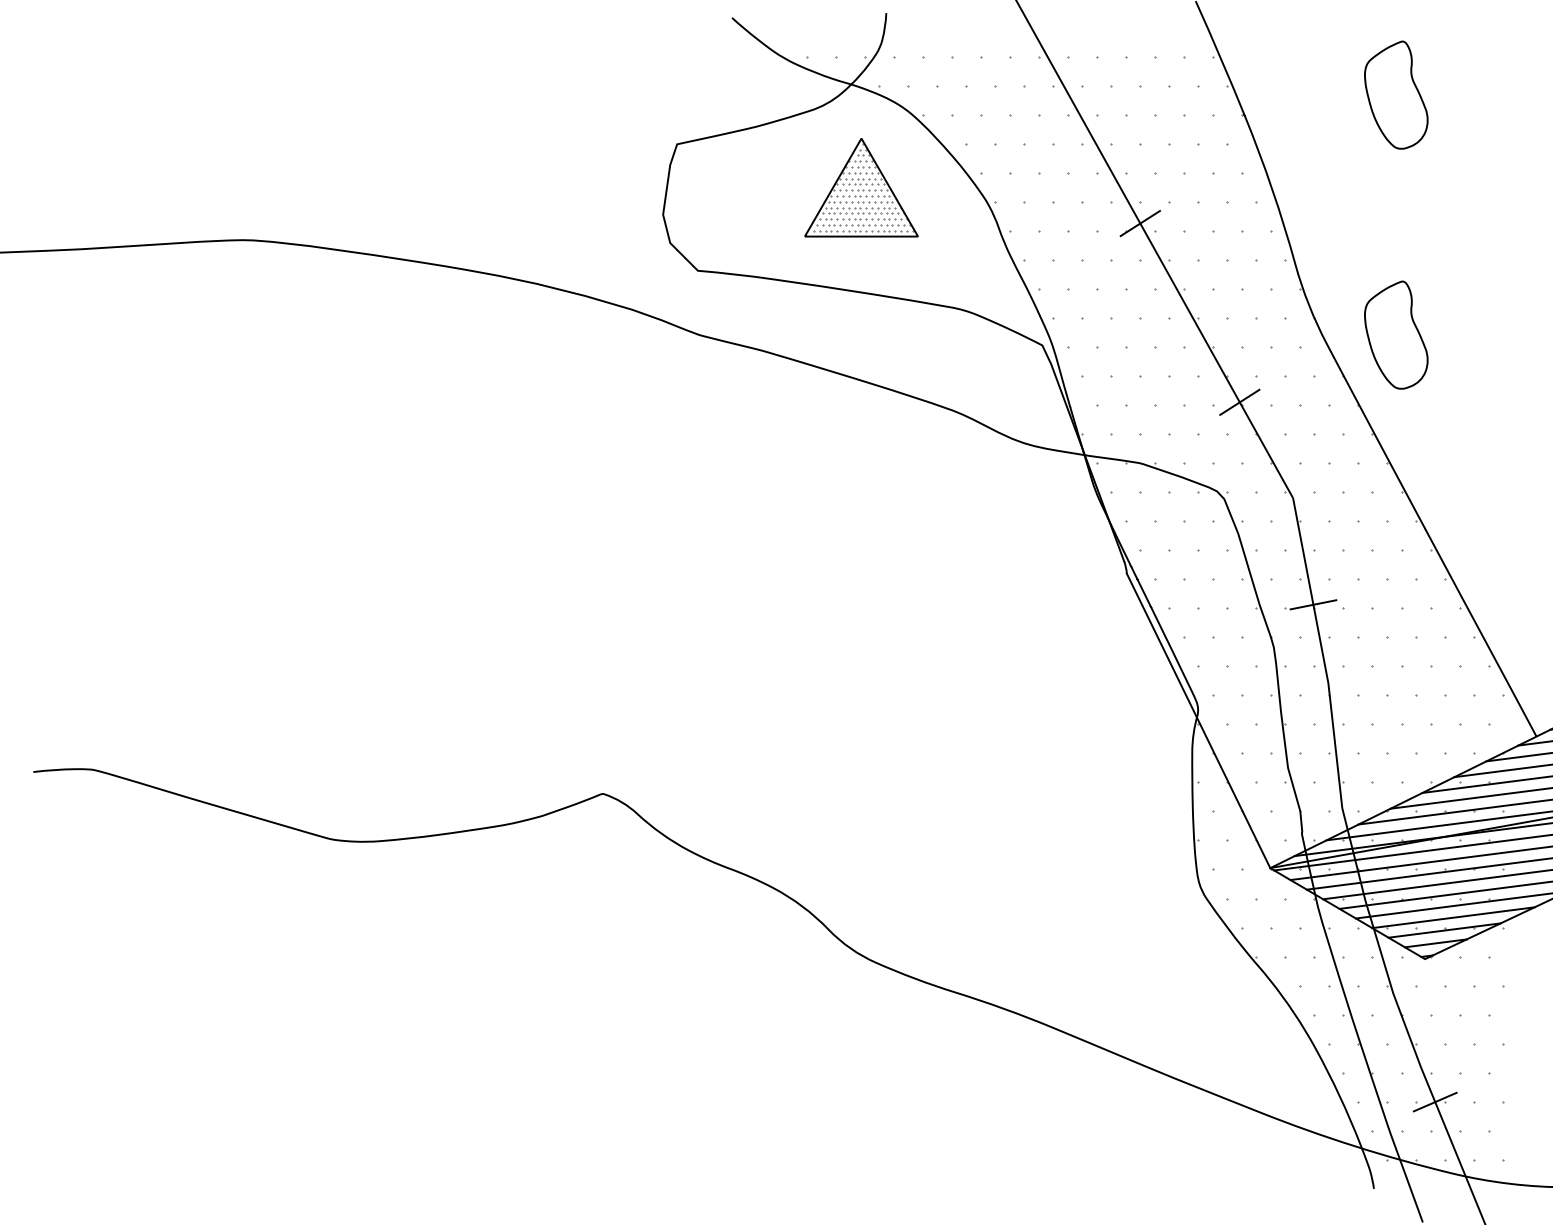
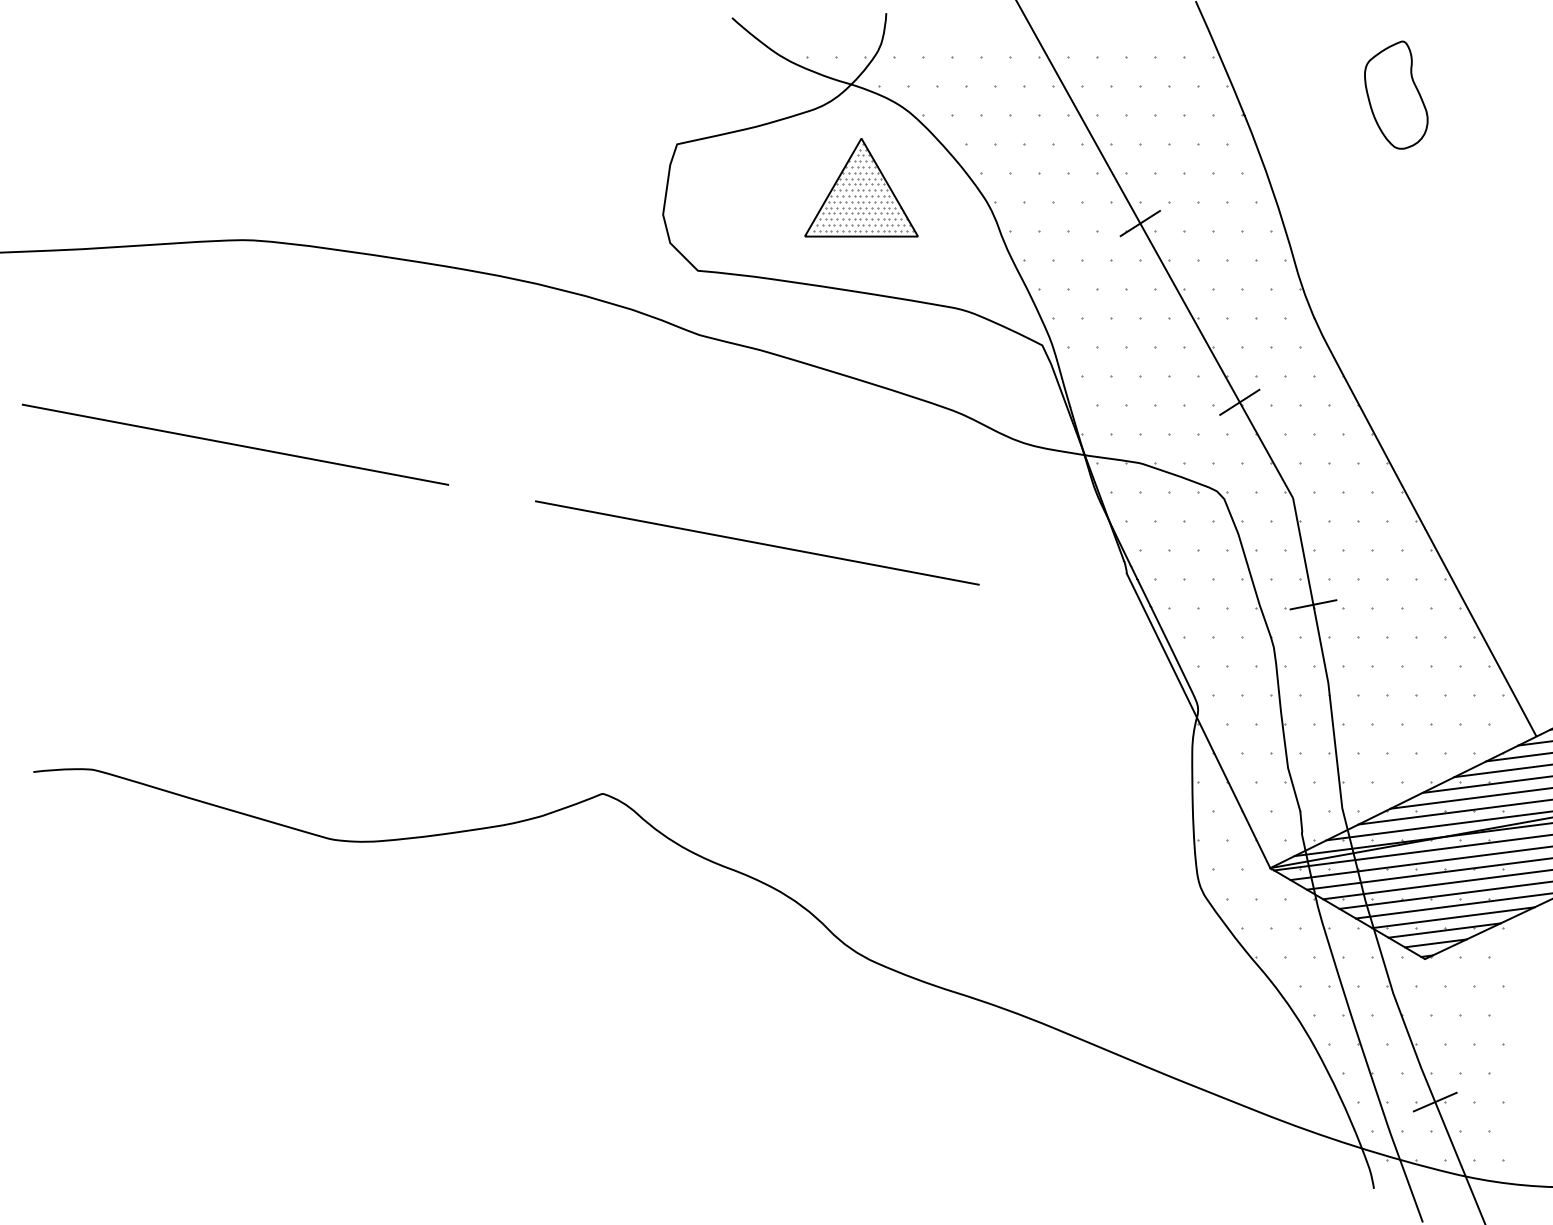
part at (1396, 334): present -> none
line at (235, 444): none -> present
line at (757, 542): none -> present
